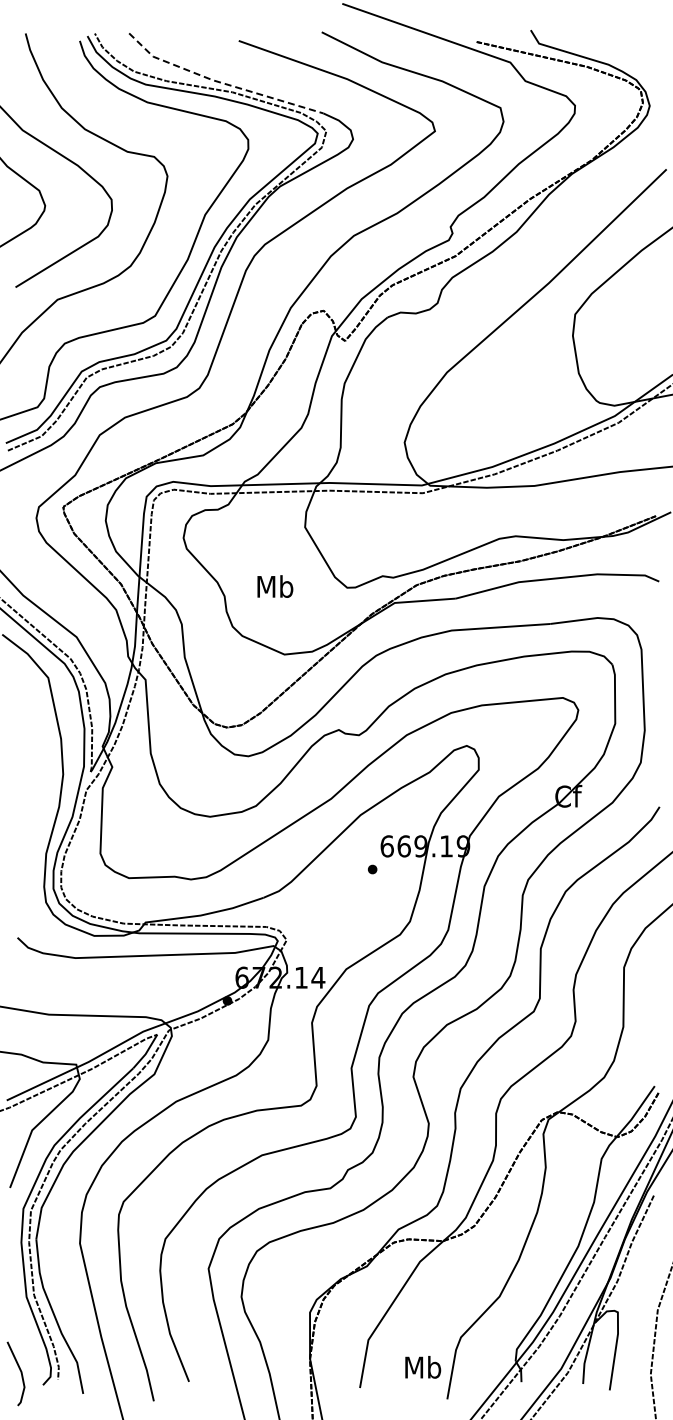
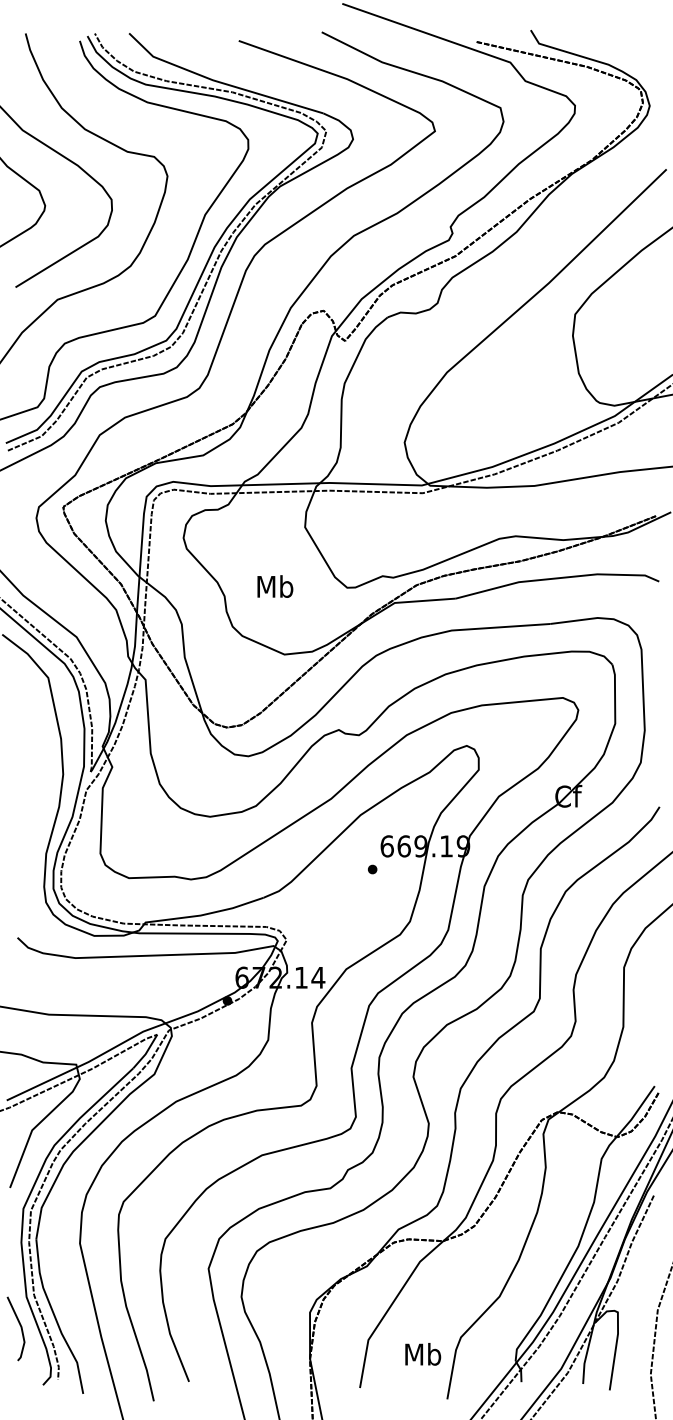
line at (220, 82): dashed -> solid
text at (423, 1367) position: (423, 1367) -> (423, 1354)
line at (19, 1370) position: (19, 1370) -> (19, 1325)
